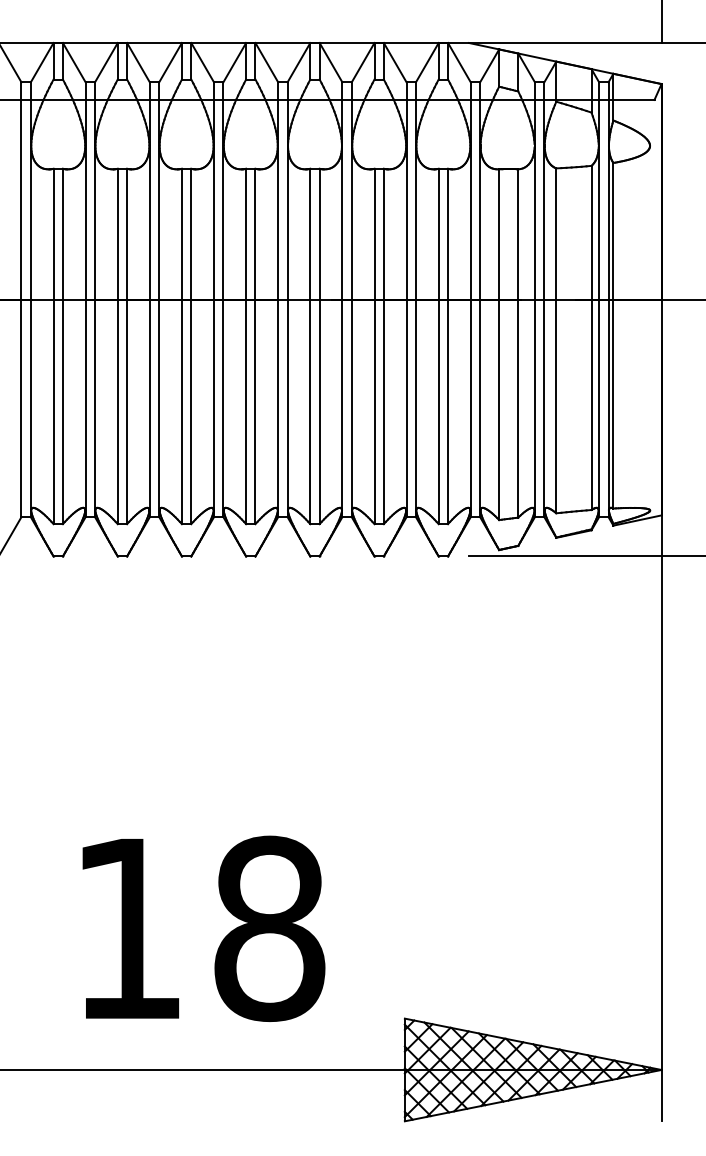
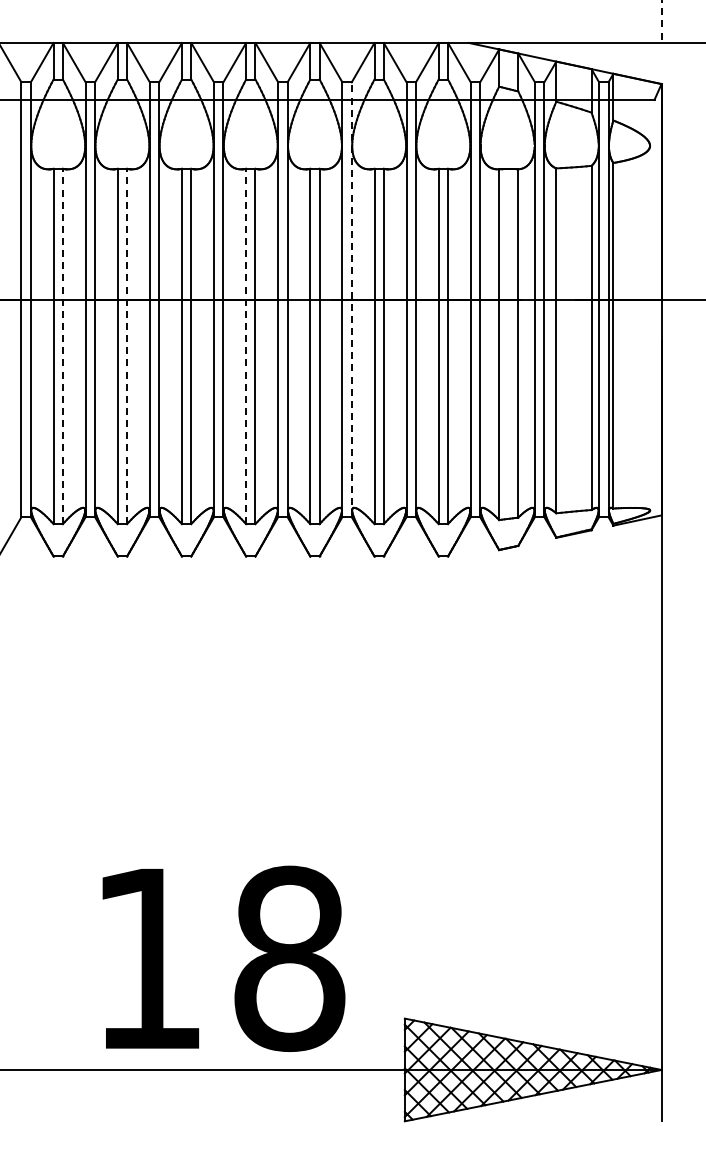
line at (661, 22): solid -> dashed
line at (351, 299): solid -> dashed
line at (62, 346): solid -> dashed
line at (127, 346): solid -> dashed
line at (246, 346): solid -> dashed
line at (585, 556): present -> none
text at (203, 928) position: (203, 928) -> (223, 958)
